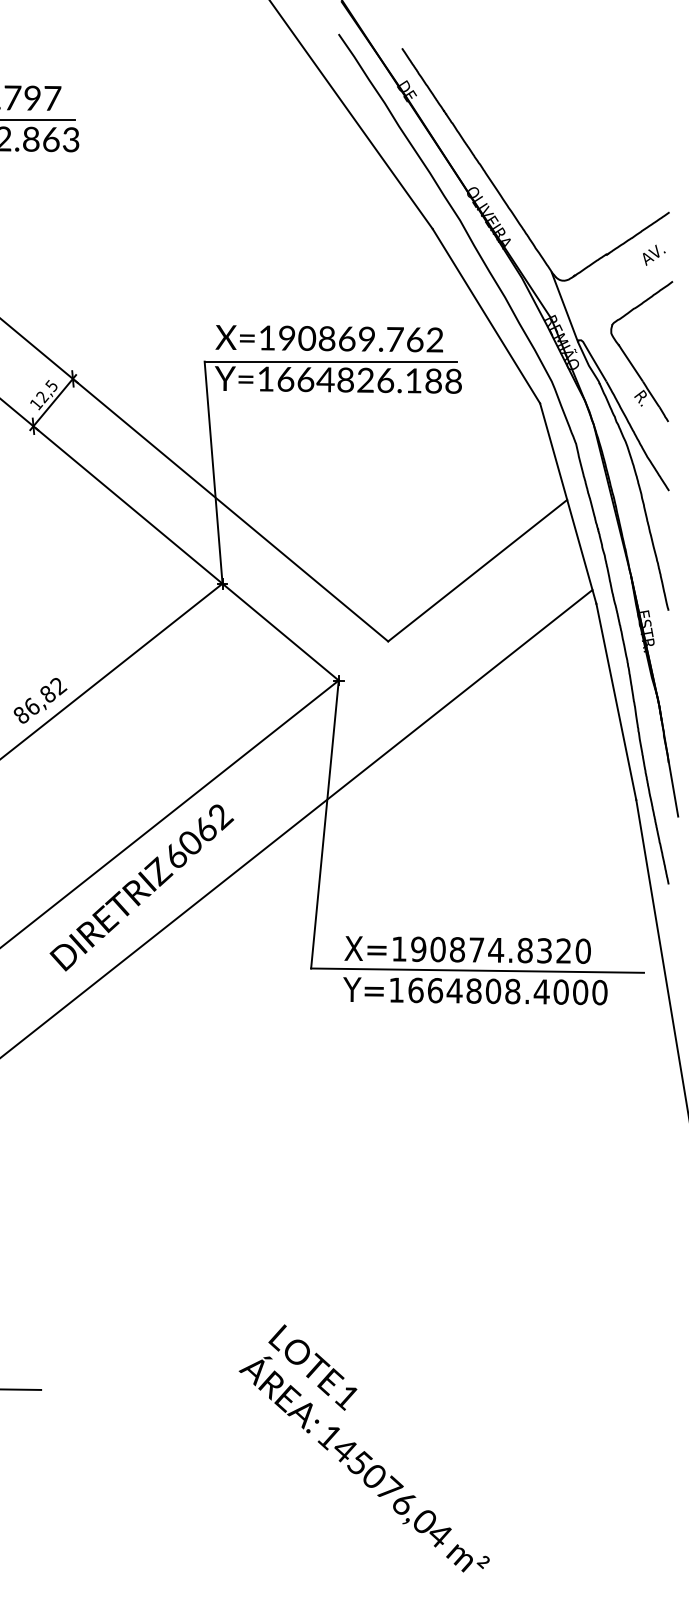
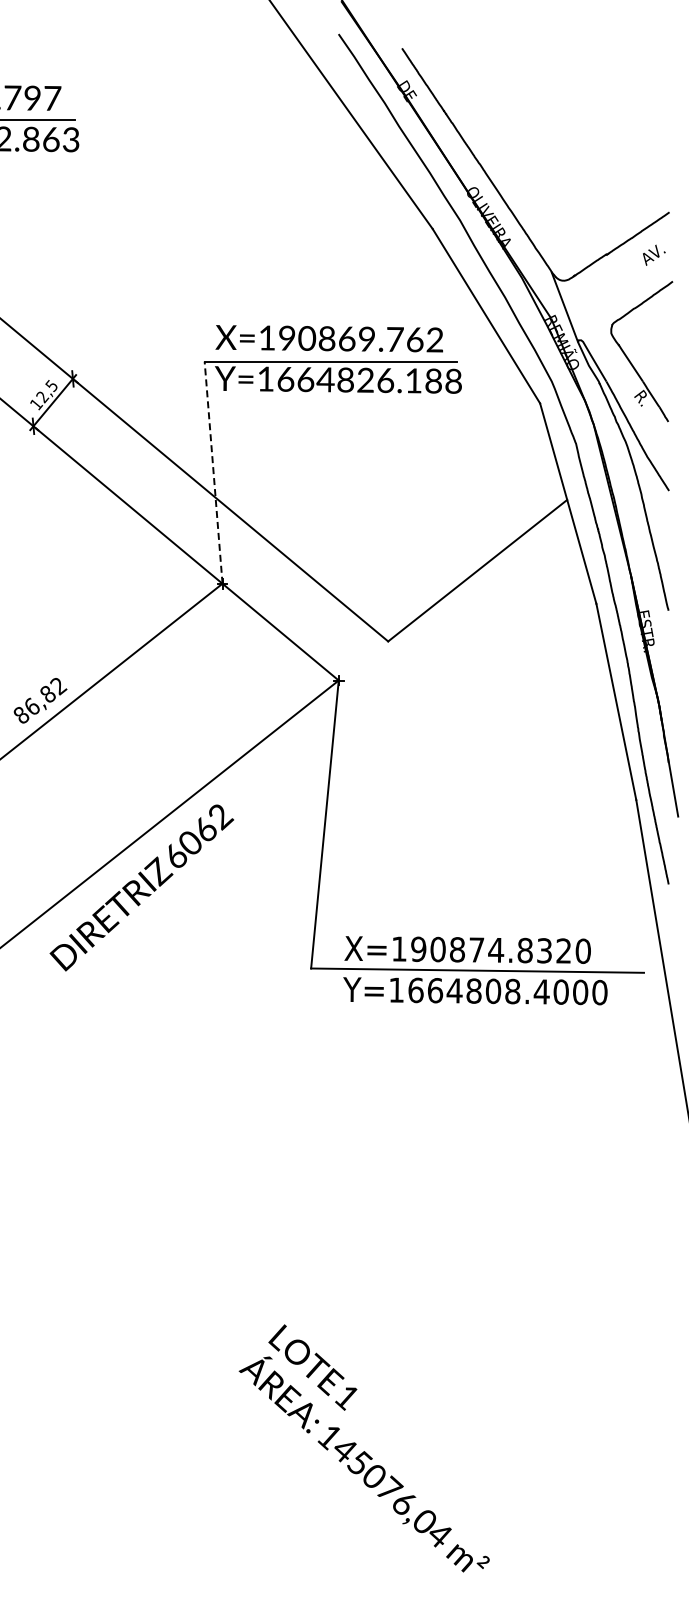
line at (213, 472): solid -> dashed
line at (297, 823): present -> none
line at (21, 1389): present -> none
